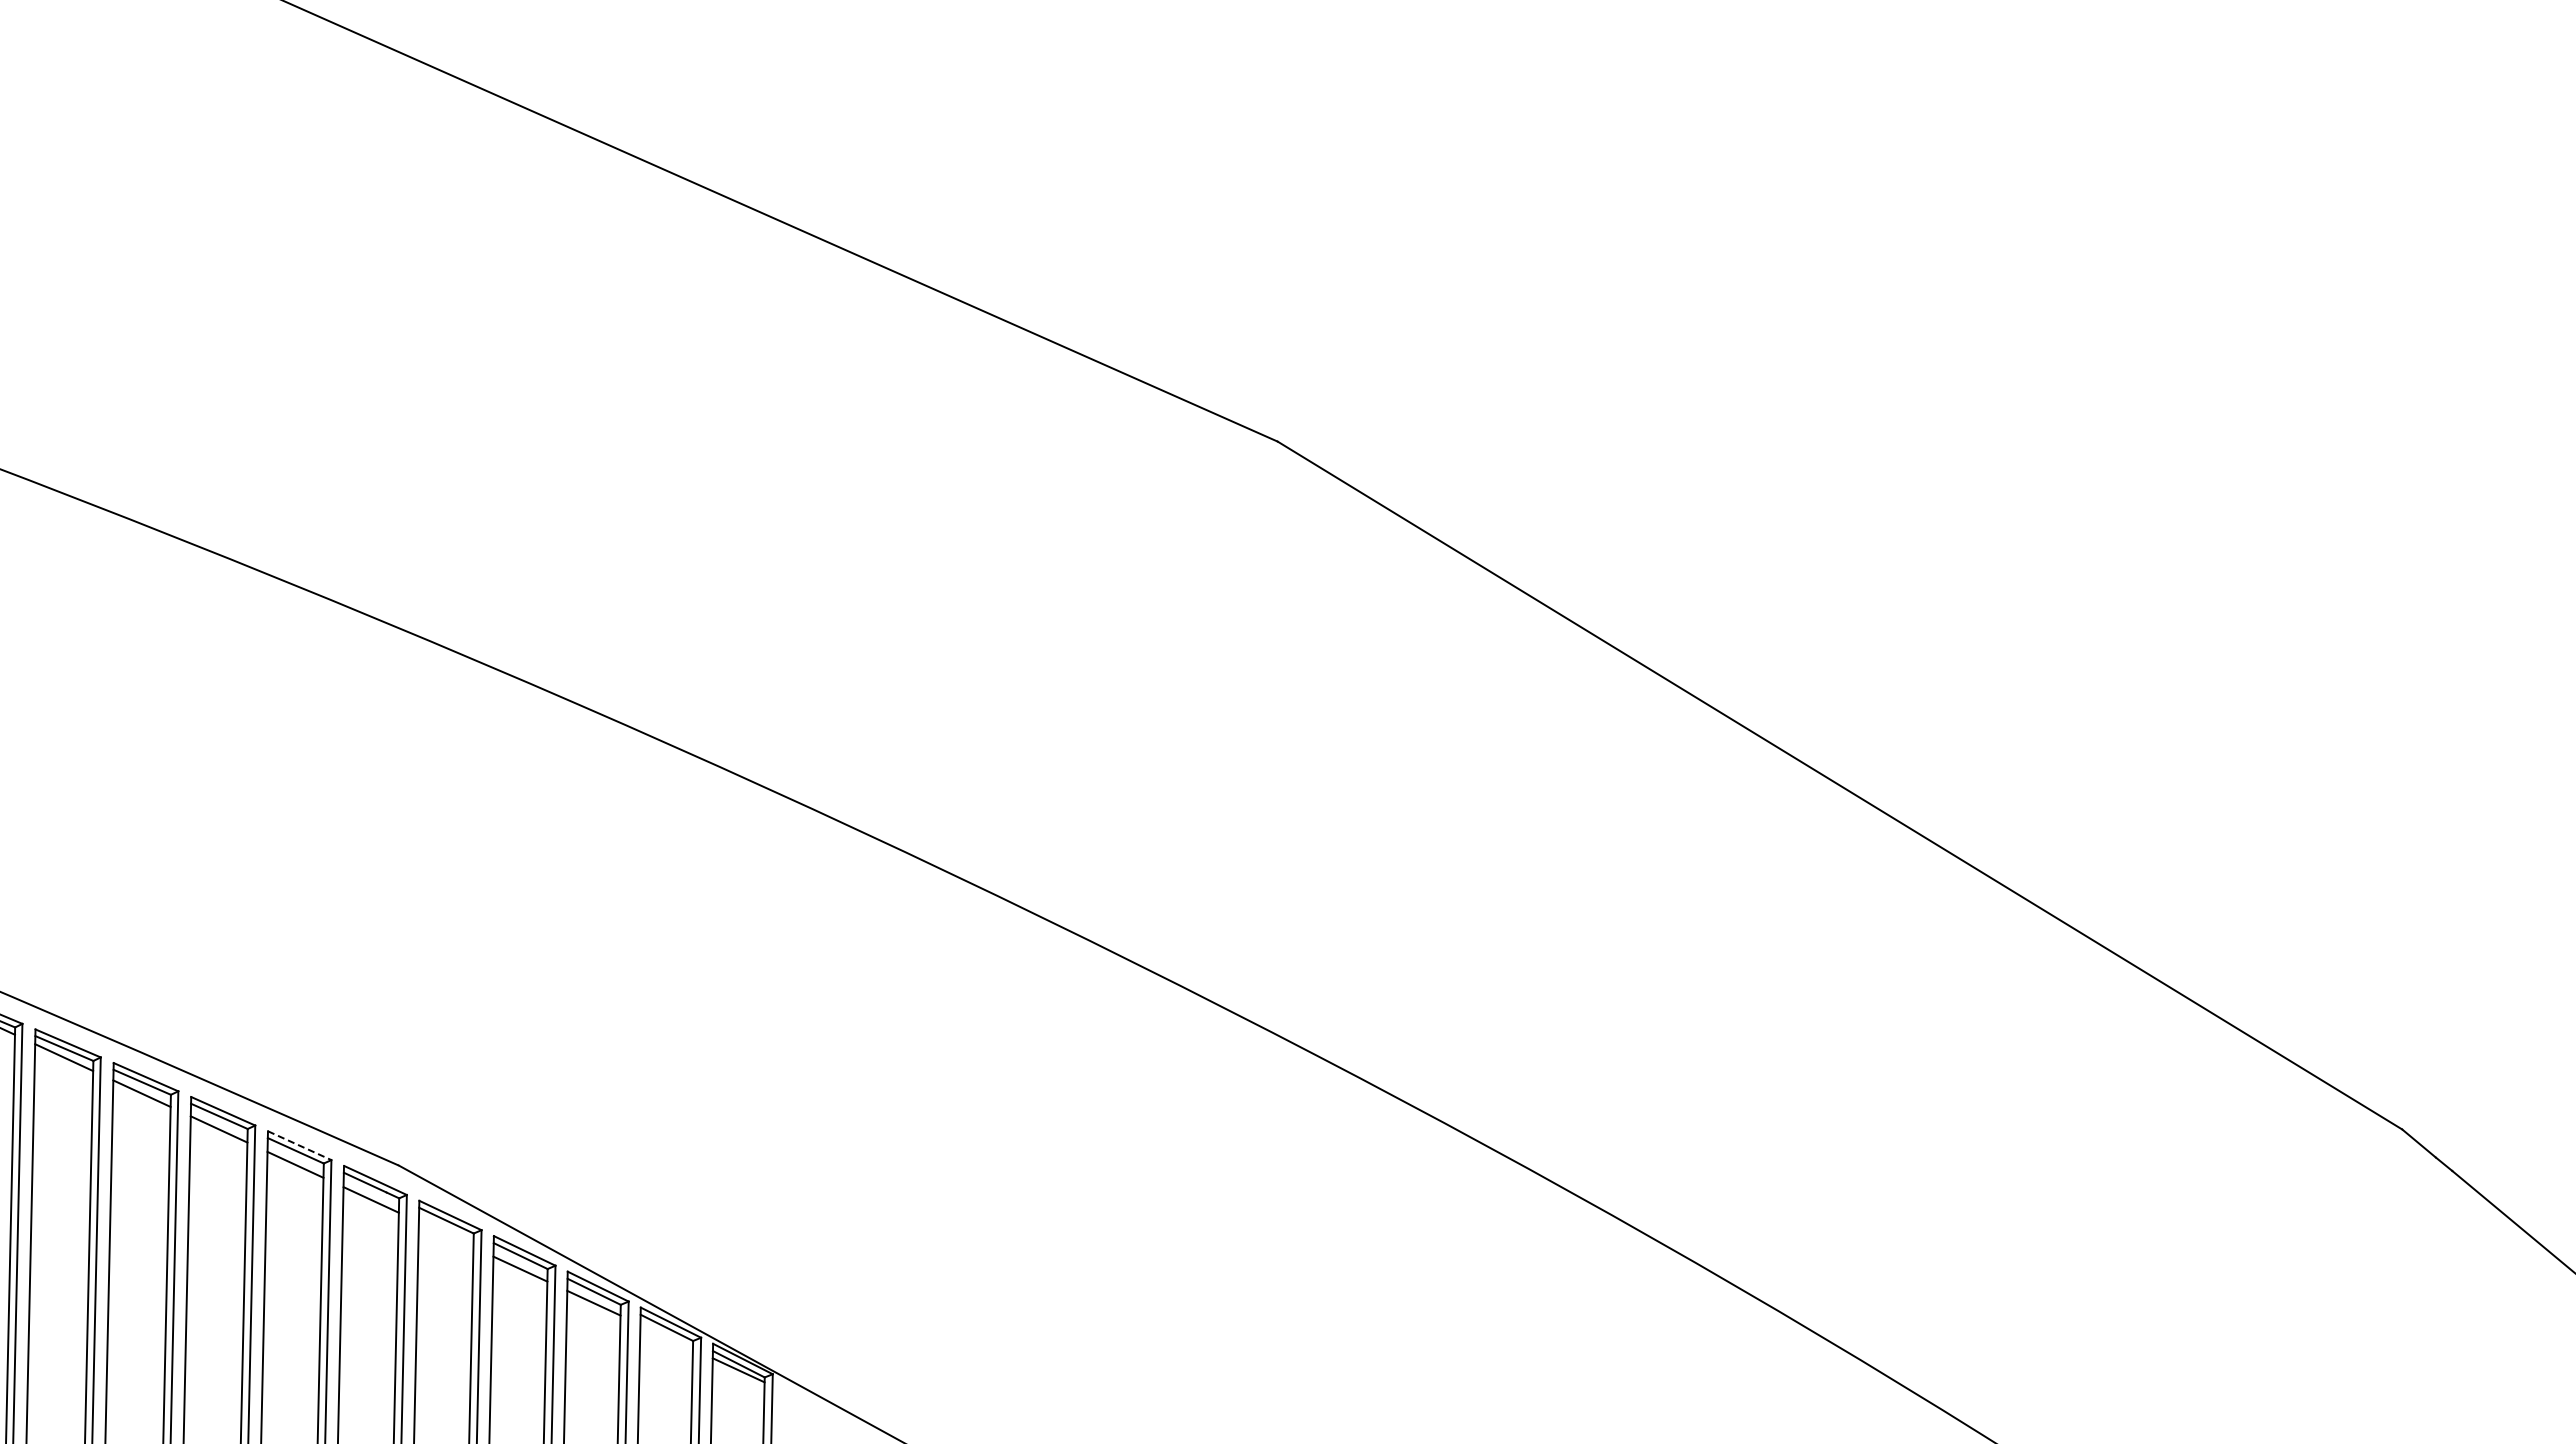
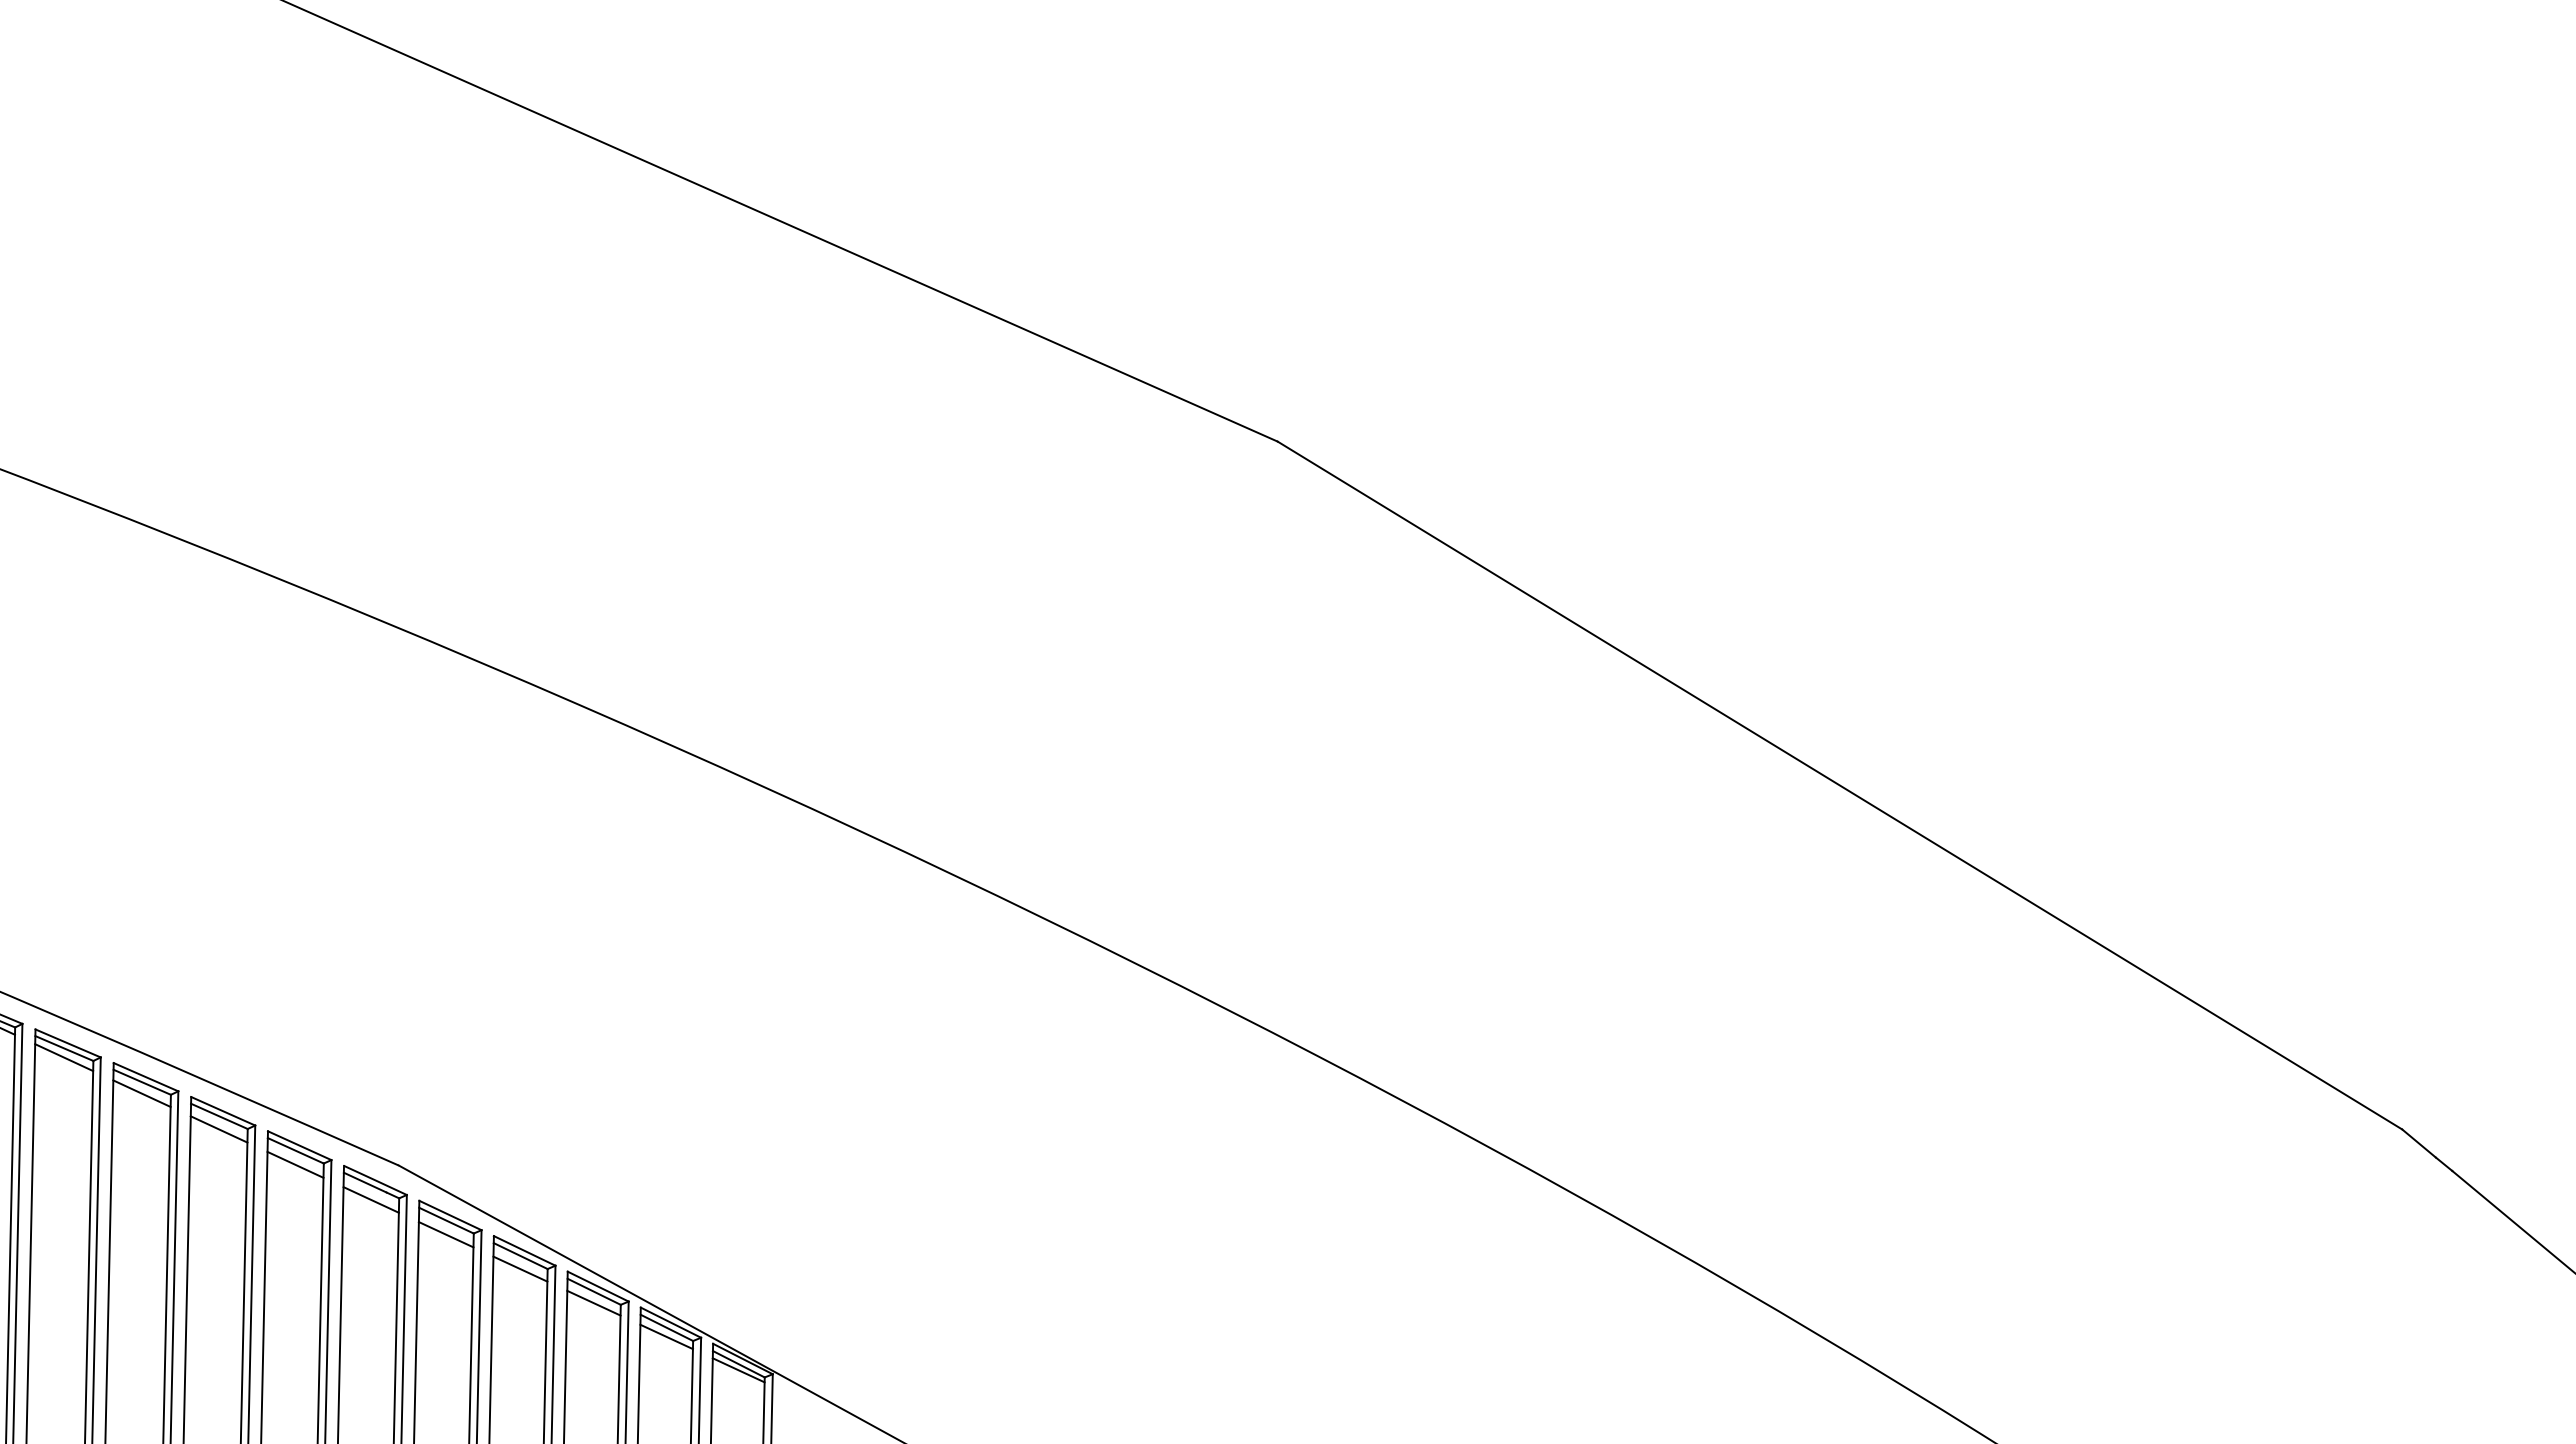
line at (299, 1145): dashed -> solid
line at (445, 1234): none -> present
line at (666, 1336): none -> present
